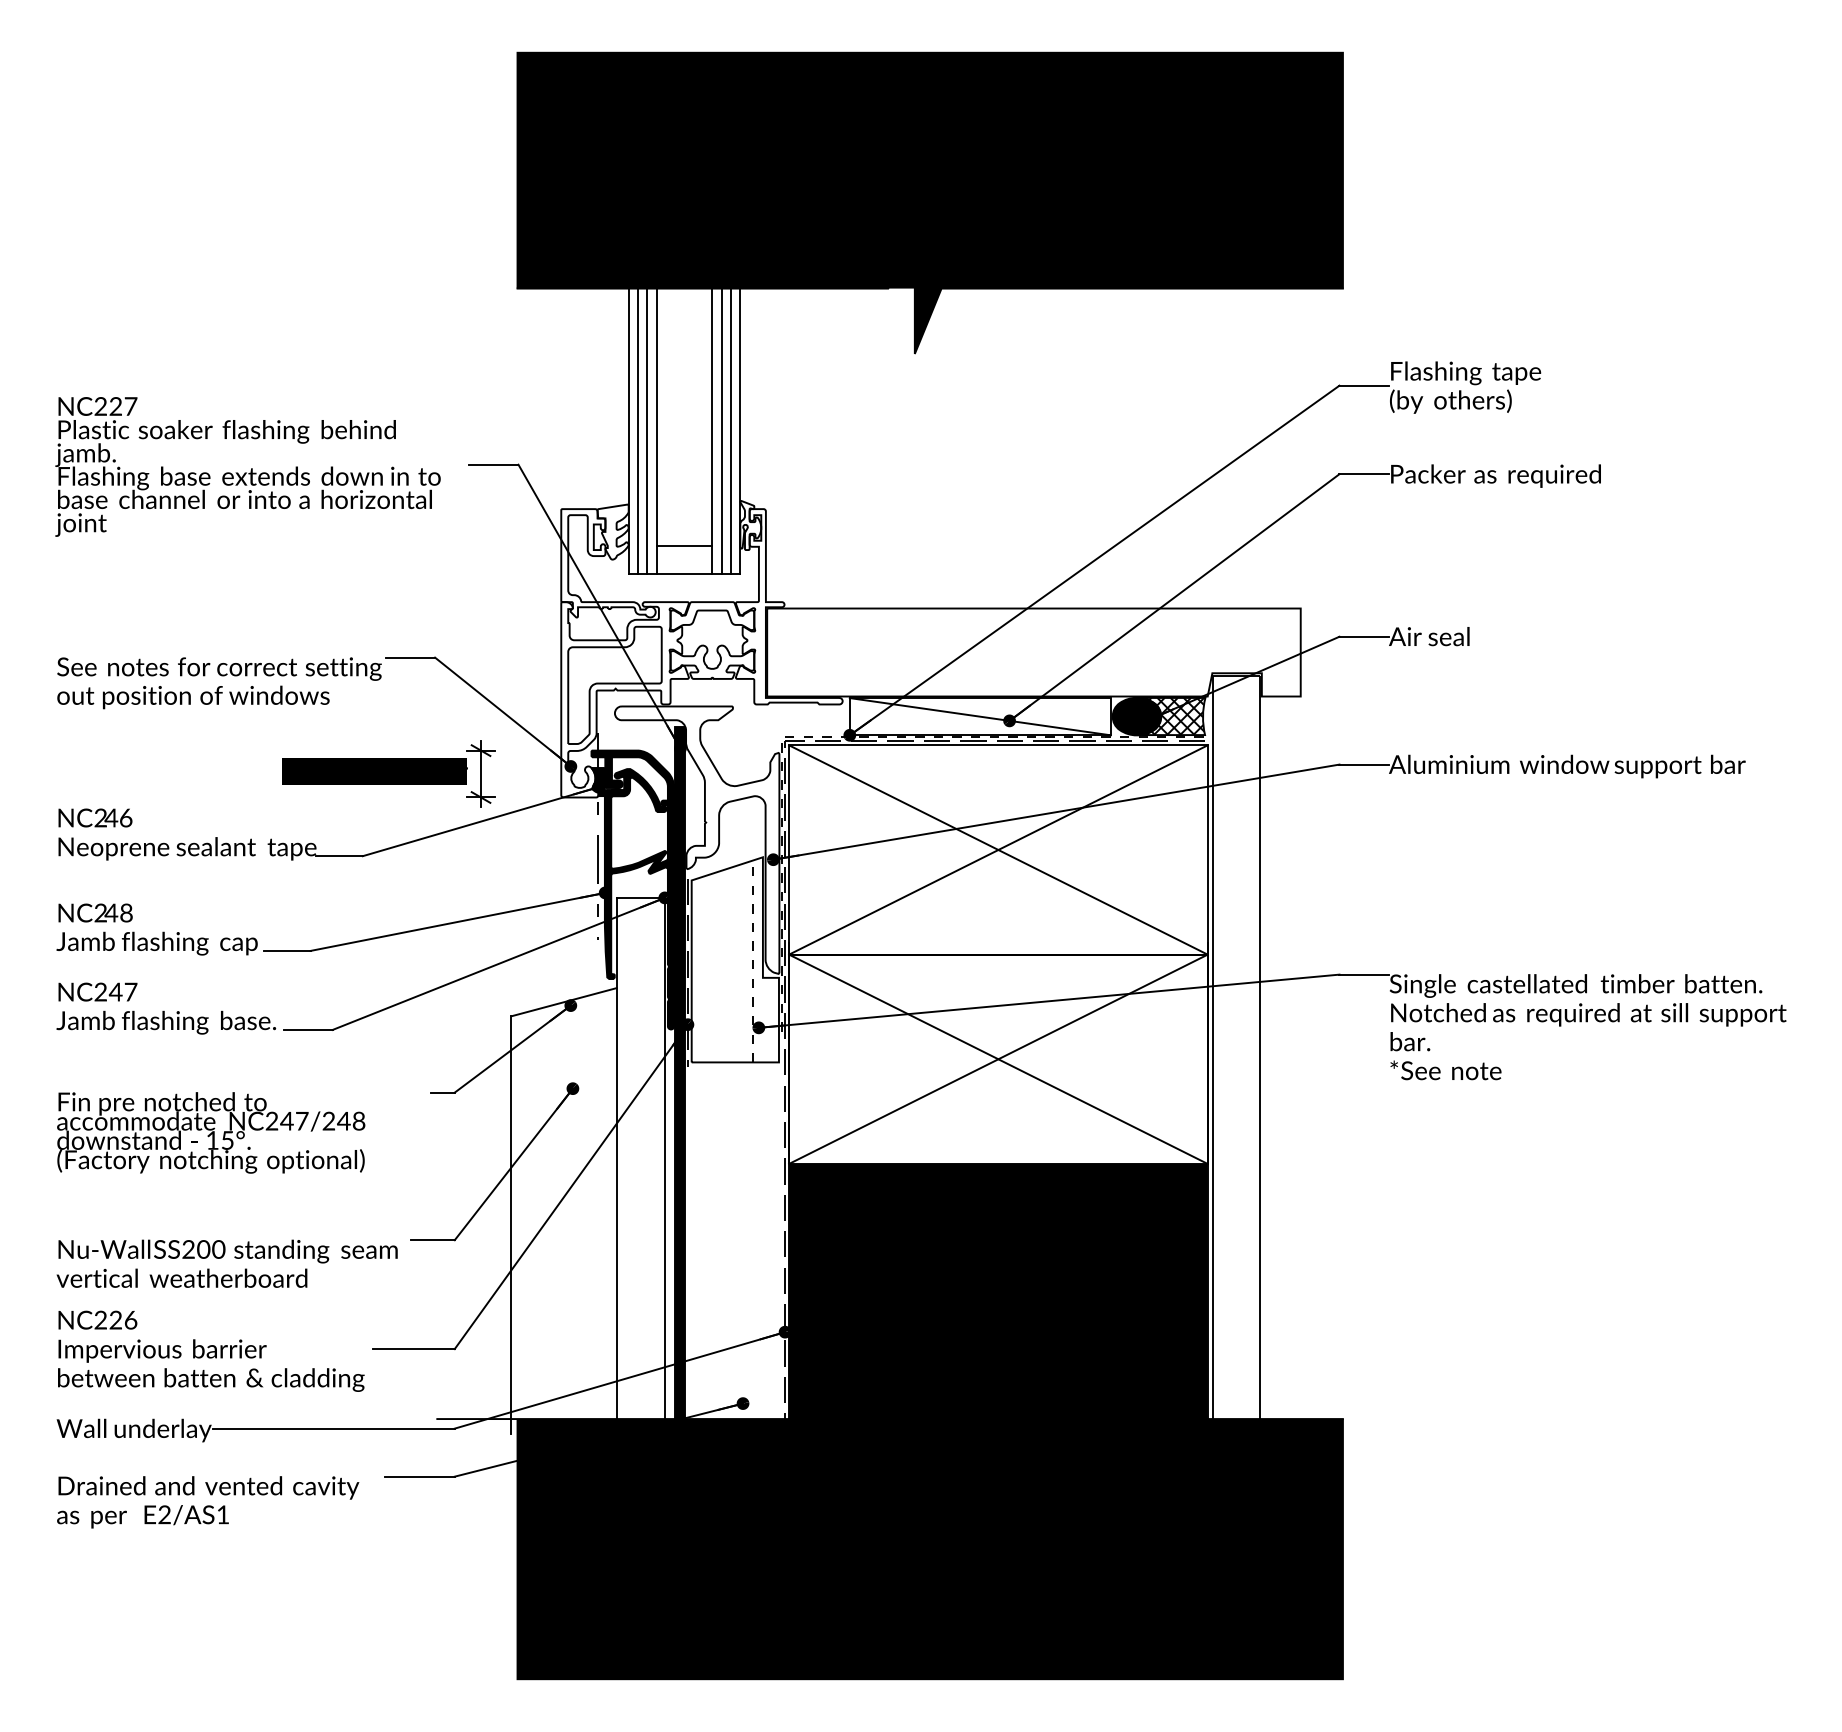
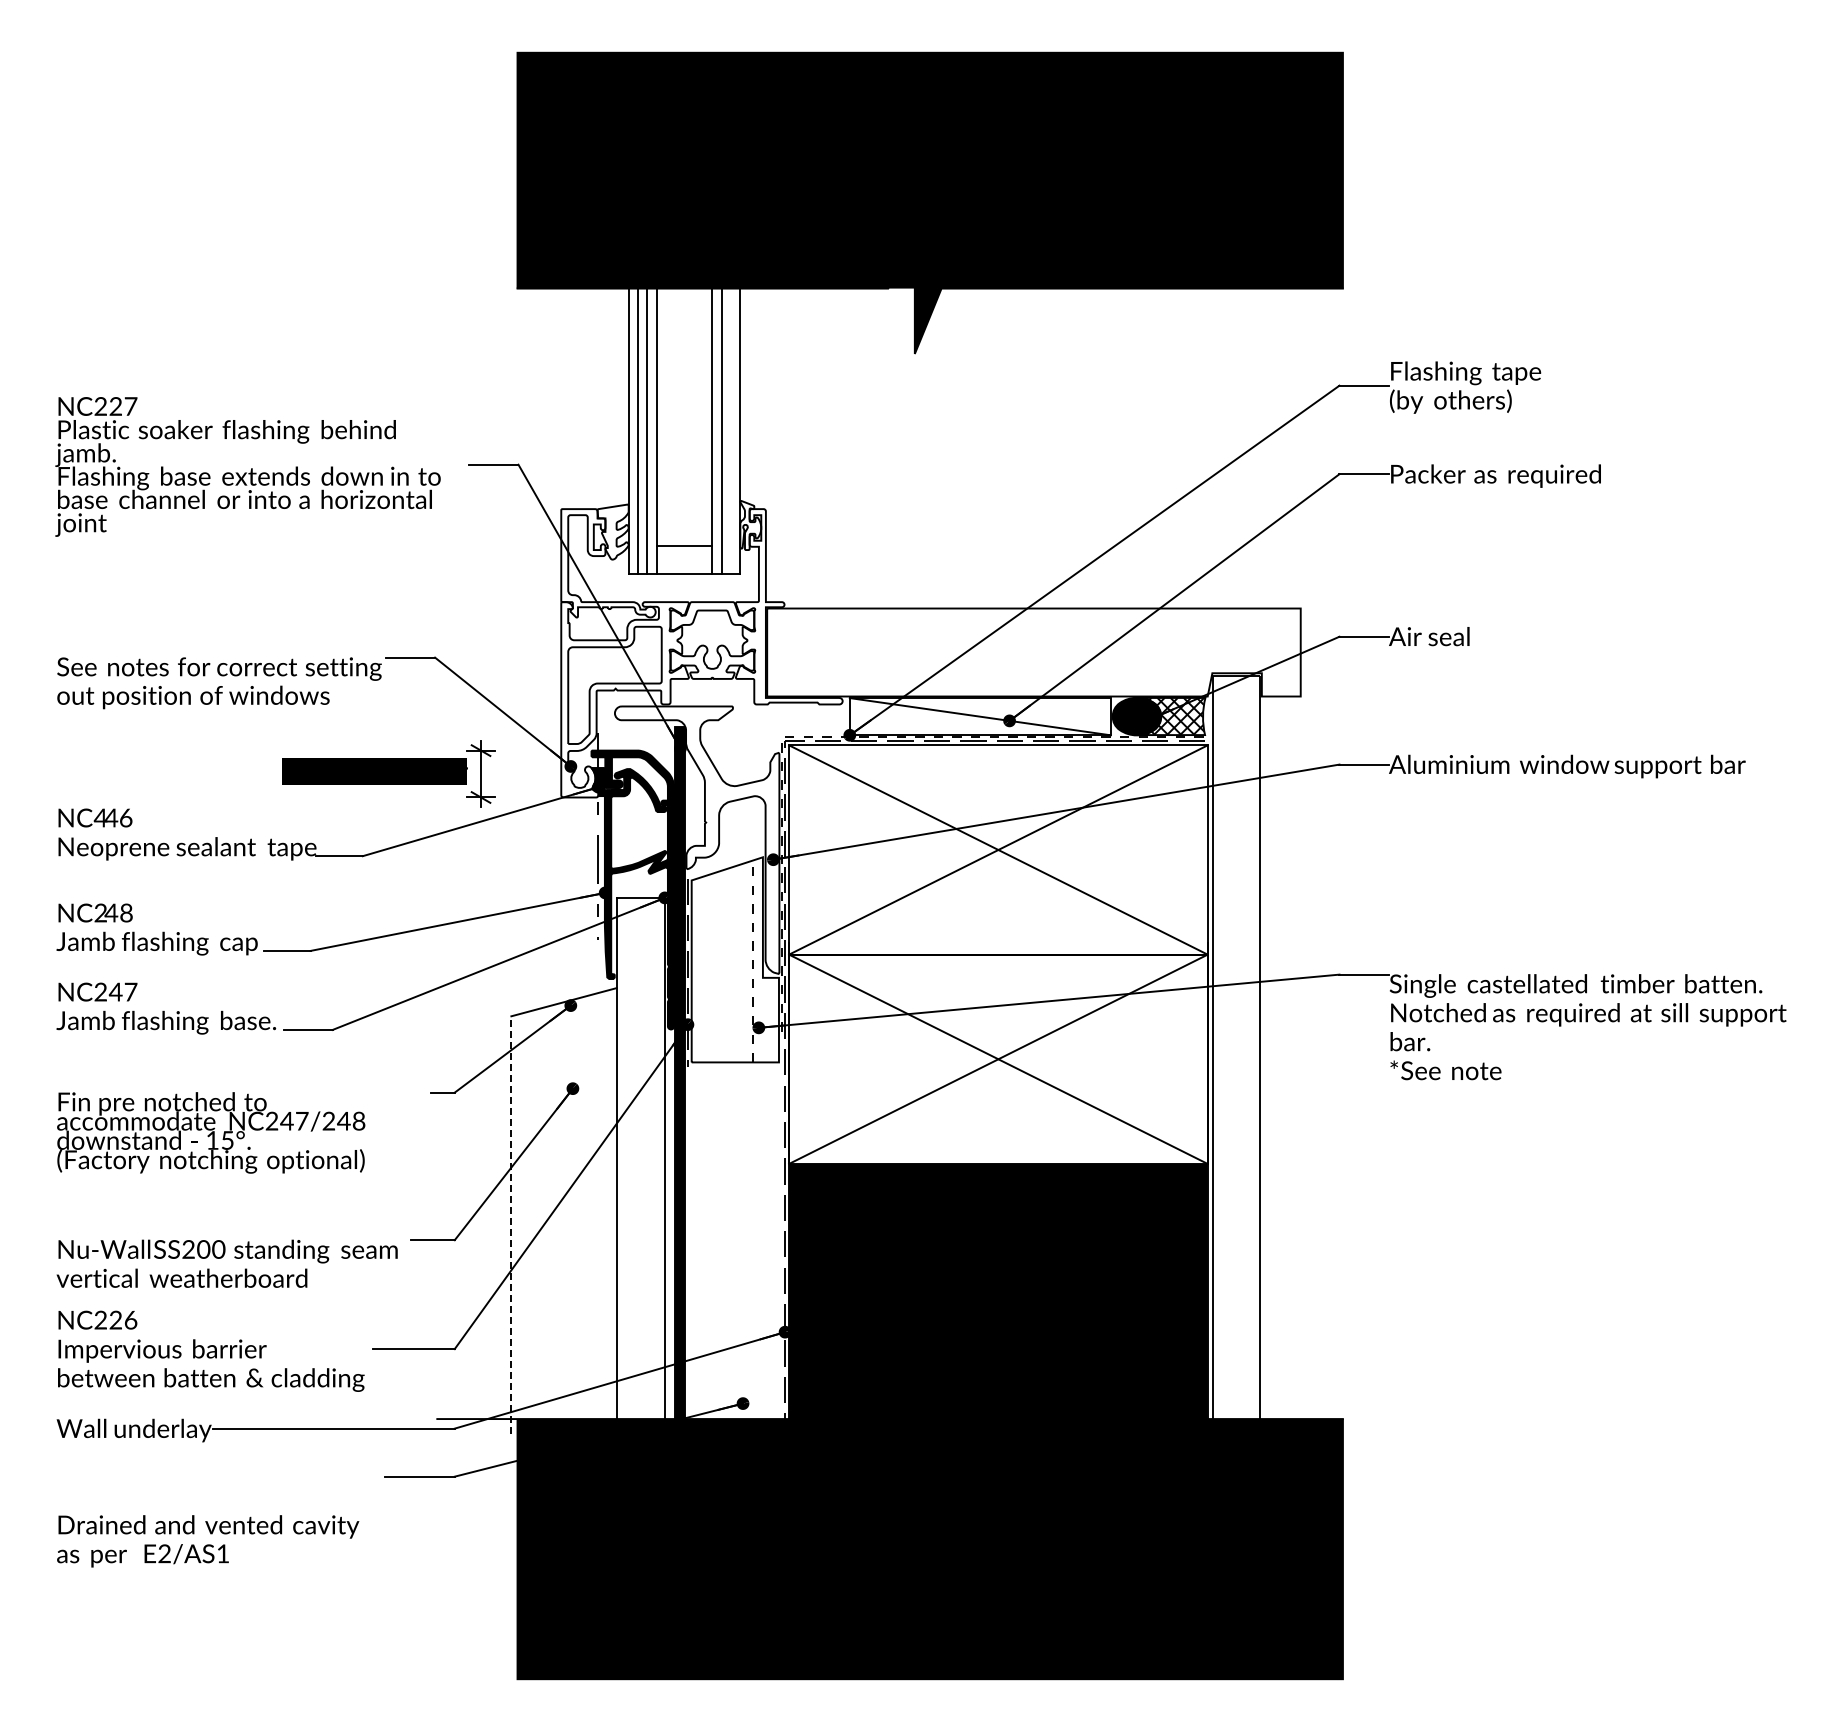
line at (731, 425): present -> none
text at (100, 817): NC2 -> NC4
line at (511, 1225): solid -> dashed
text at (208, 1502) position: (208, 1502) -> (208, 1541)
